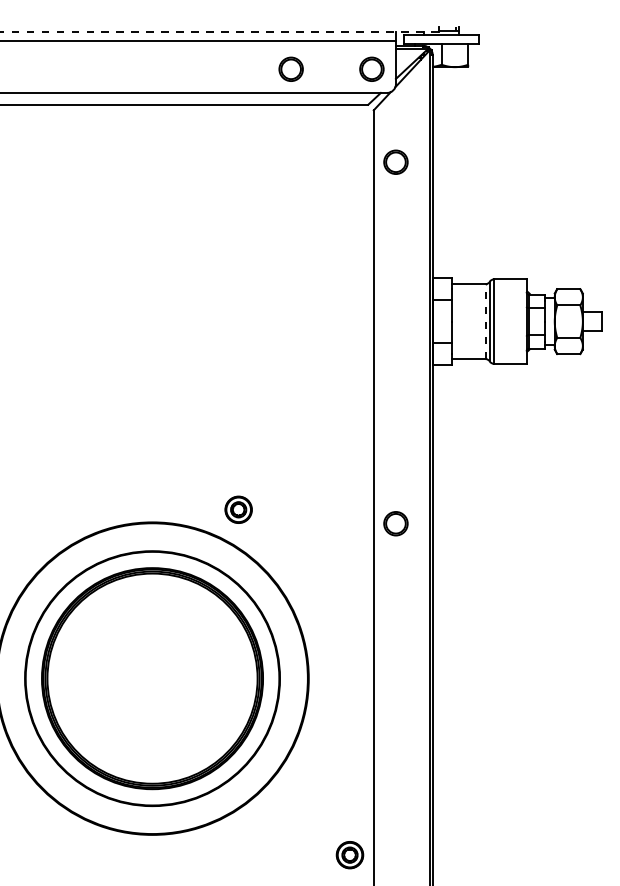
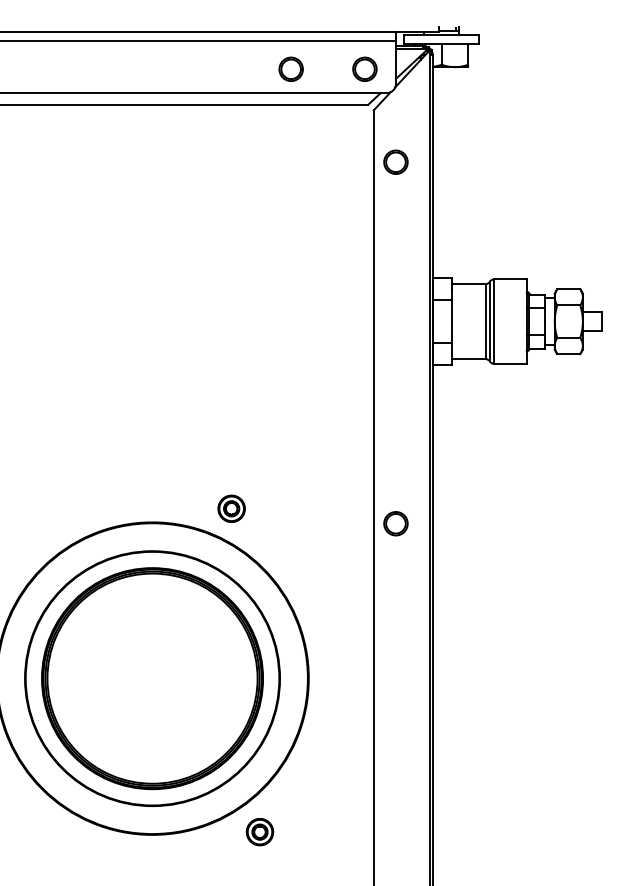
line at (219, 32): dashed -> solid
part at (371, 68) position: (371, 68) -> (364, 68)
line at (485, 321): dashed -> solid
part at (238, 509) position: (238, 509) -> (231, 508)
part at (349, 855) position: (349, 855) -> (259, 832)
